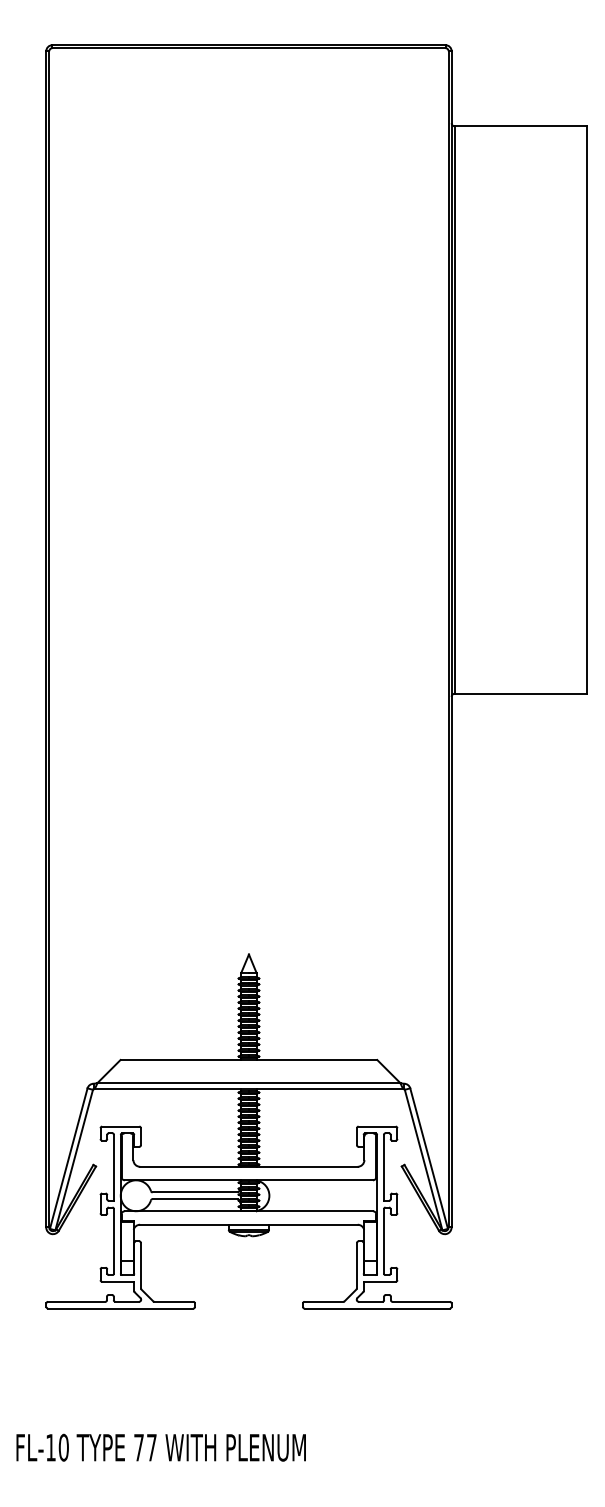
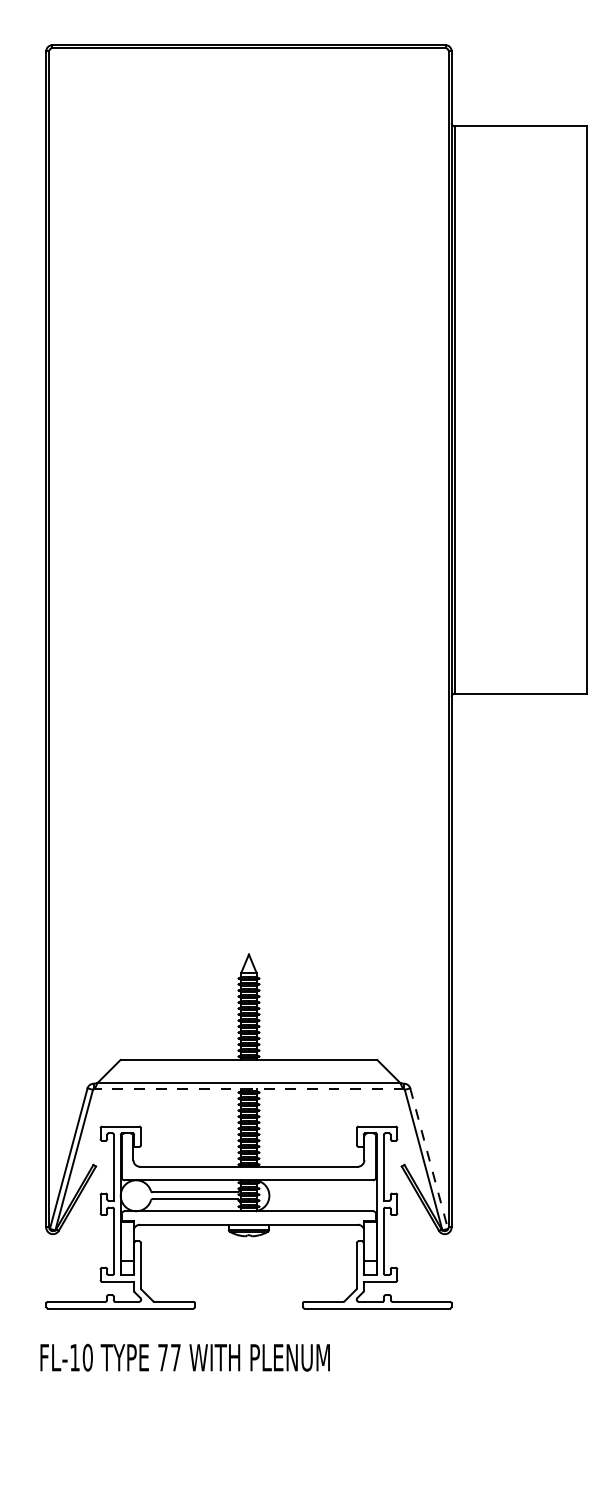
line at (248, 1089): solid -> dashed
line at (429, 1158): solid -> dashed
text at (160, 1447) position: (160, 1447) -> (184, 1357)
